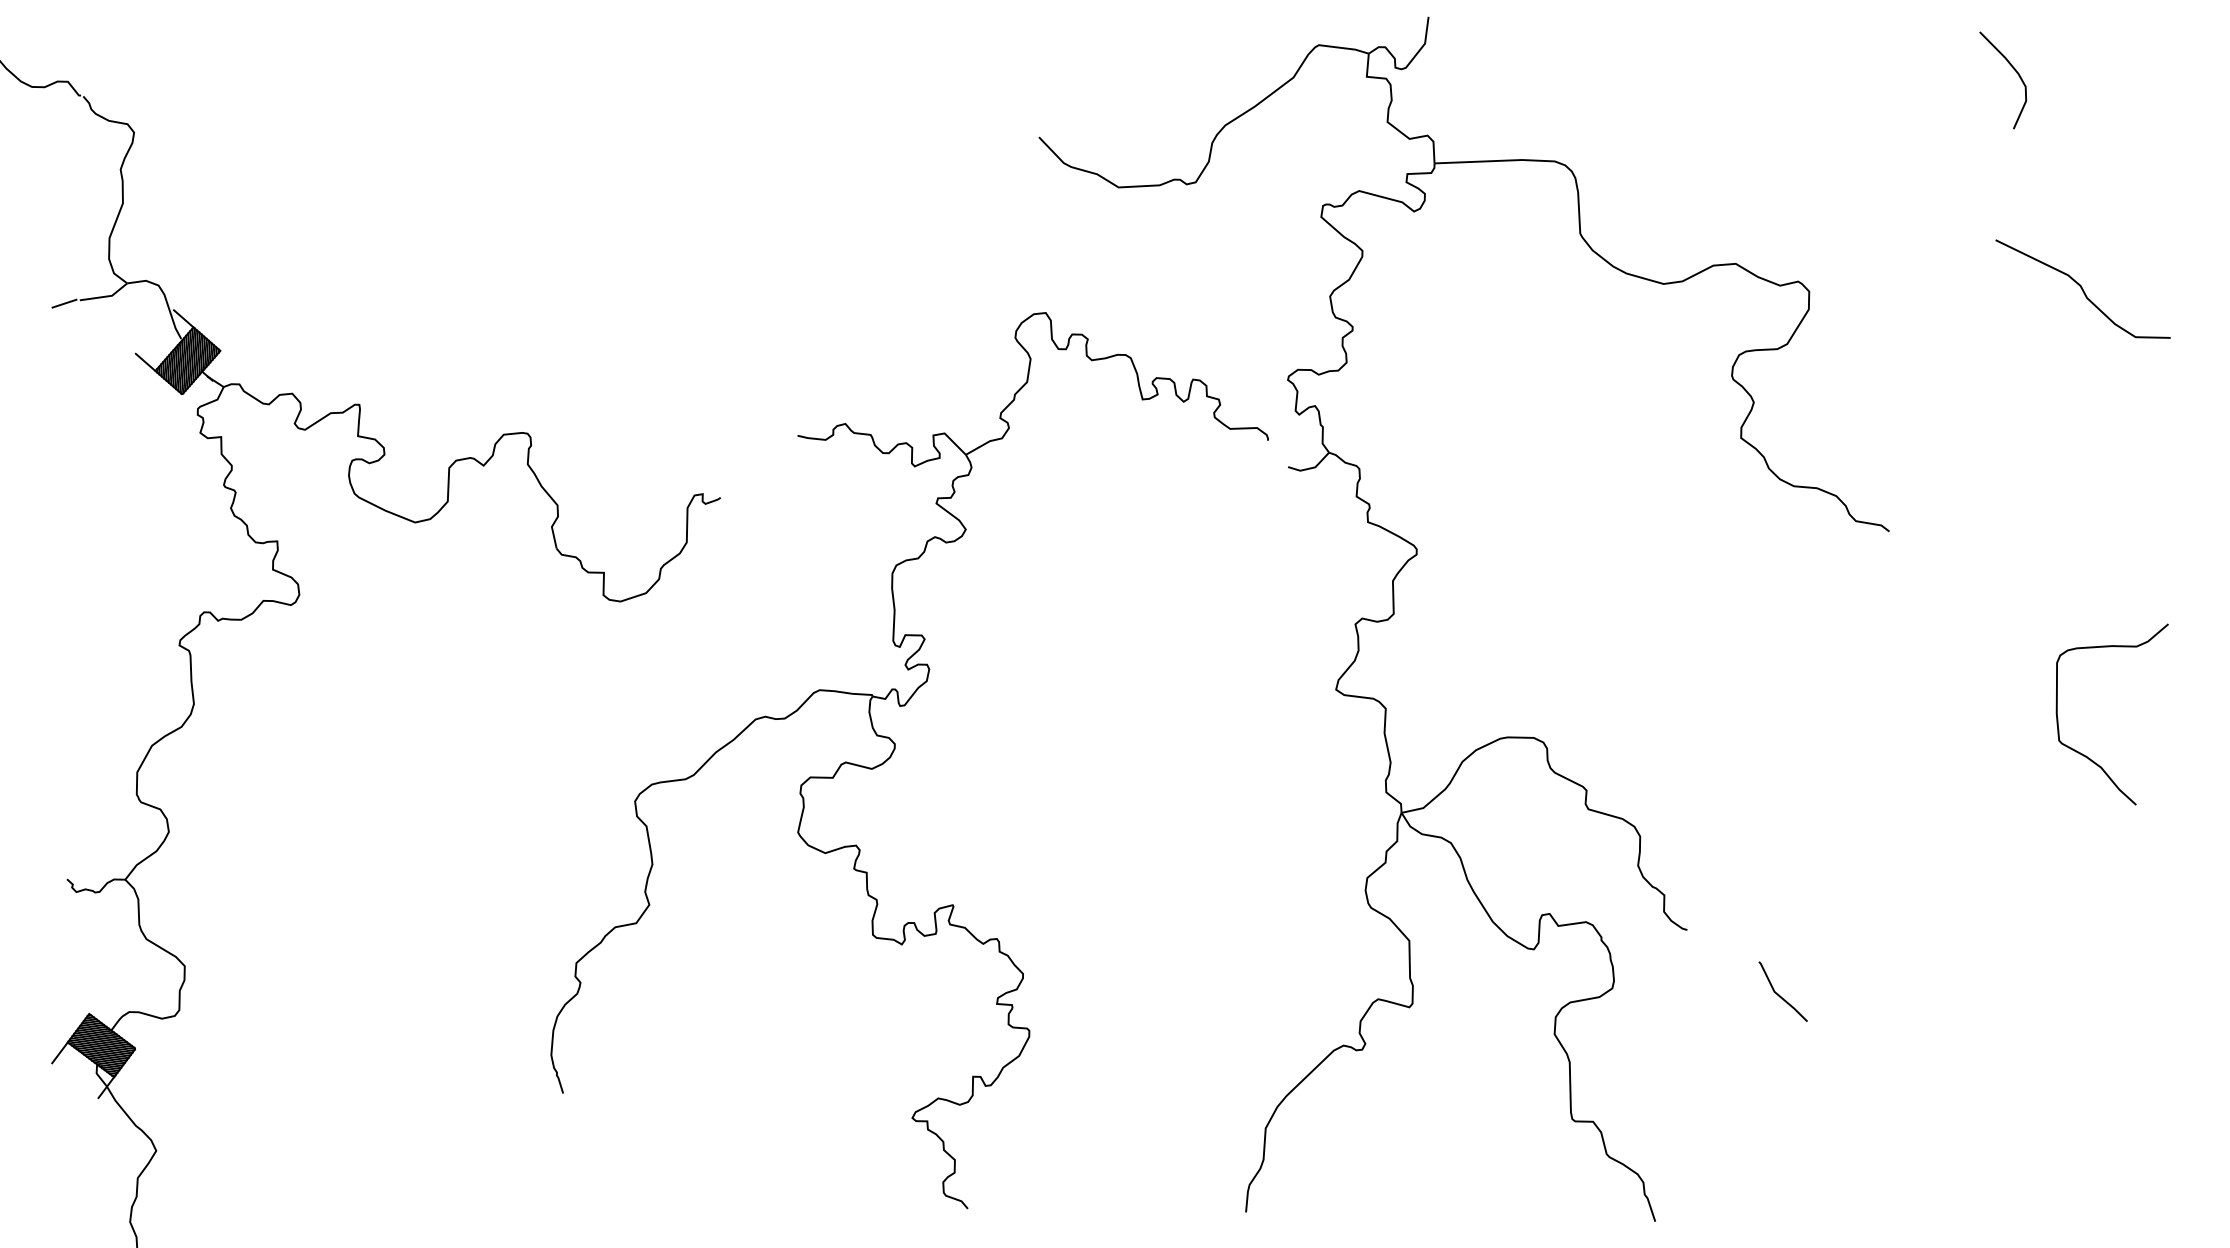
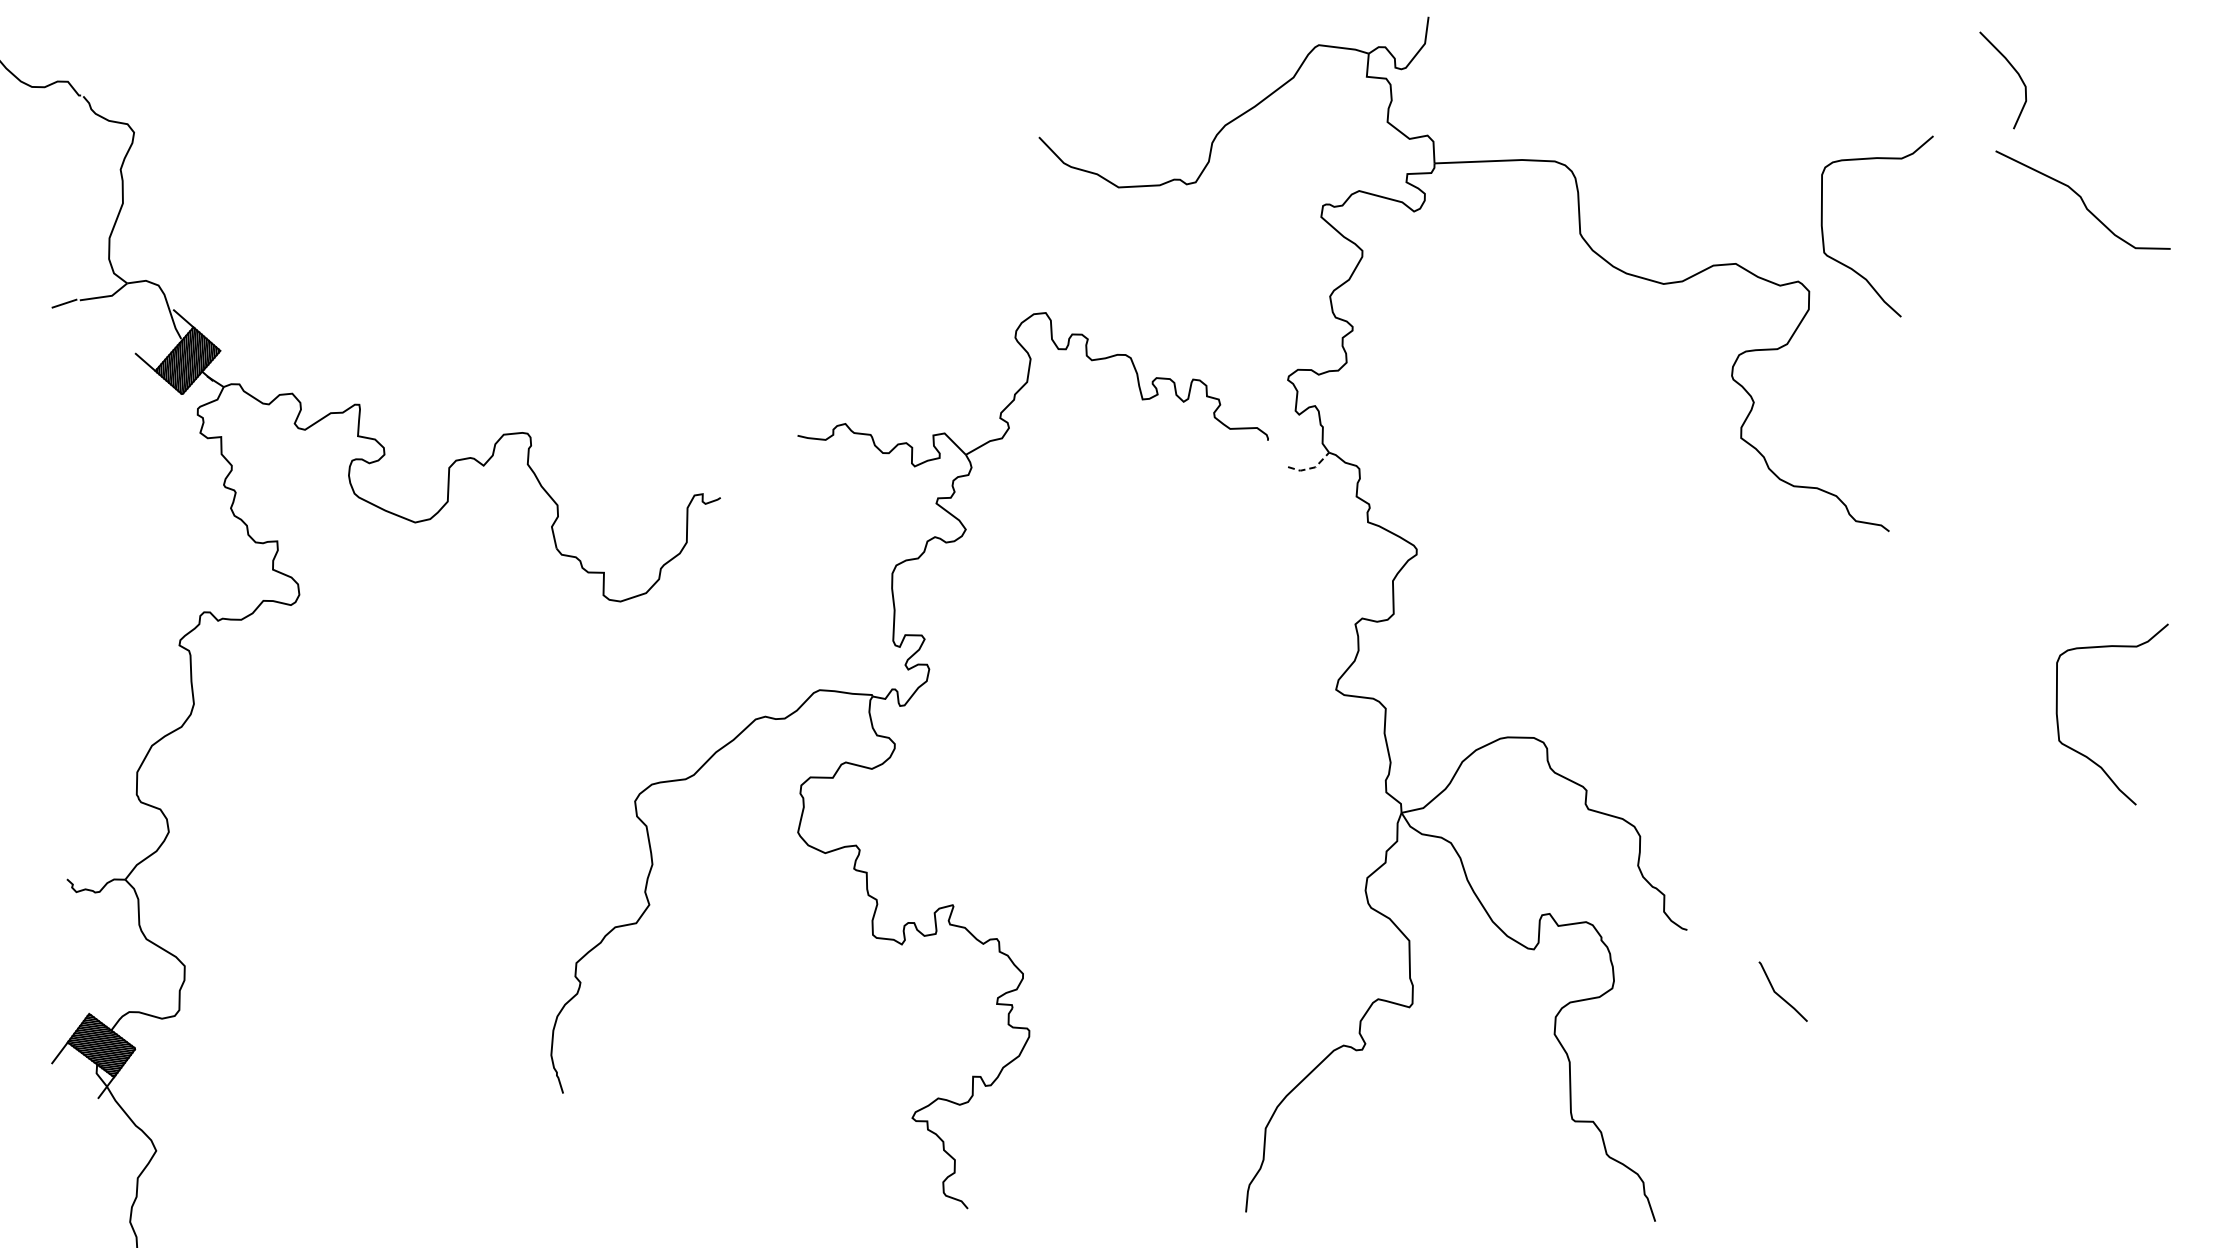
curve at (1851, 267): none -> present
curve at (2082, 288) position: (2082, 288) -> (2082, 199)
line at (1311, 468): solid -> dashed
